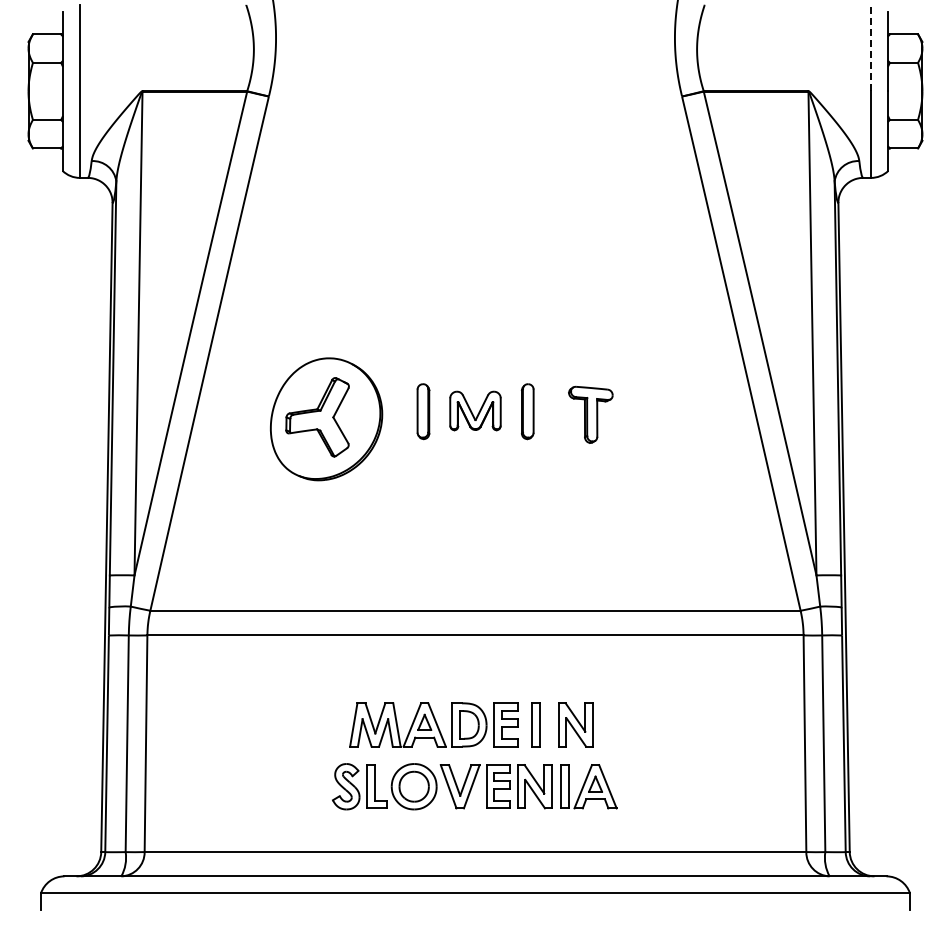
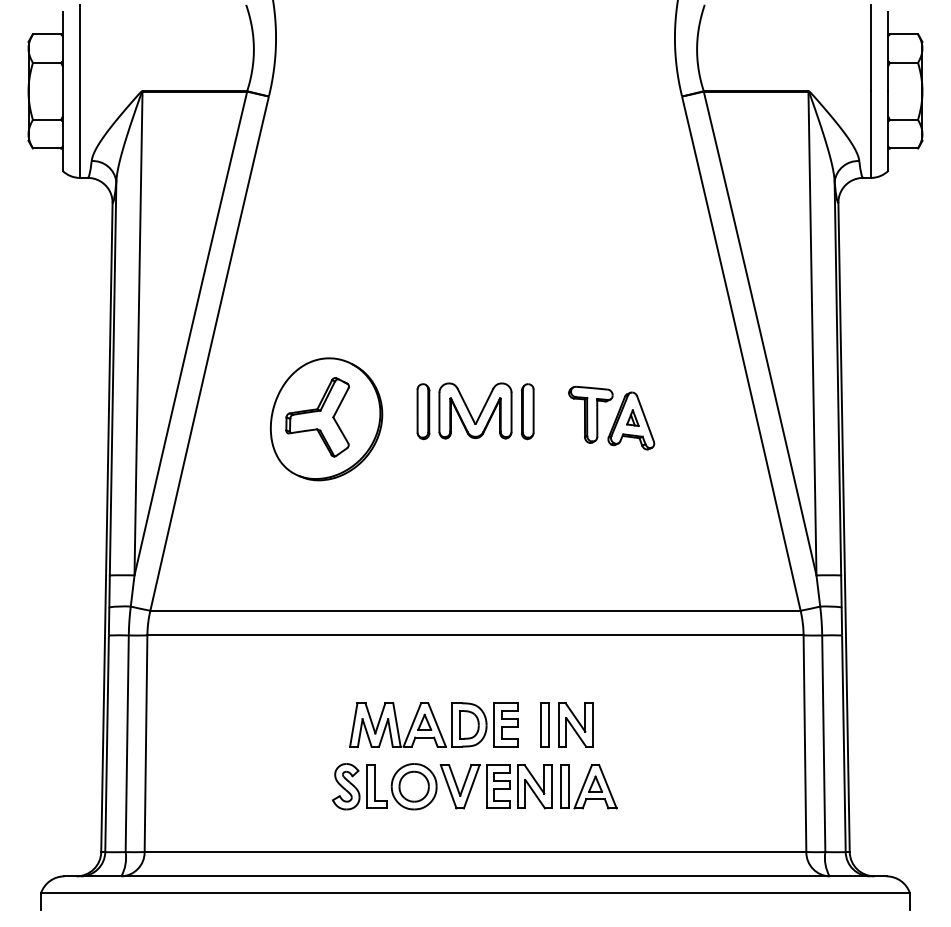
line at (871, 47): dashed -> solid
part at (475, 410) size: 53x42 px -> 75x58 px
part at (631, 420): none -> present
part at (535, 724) position: (535, 724) -> (544, 724)
